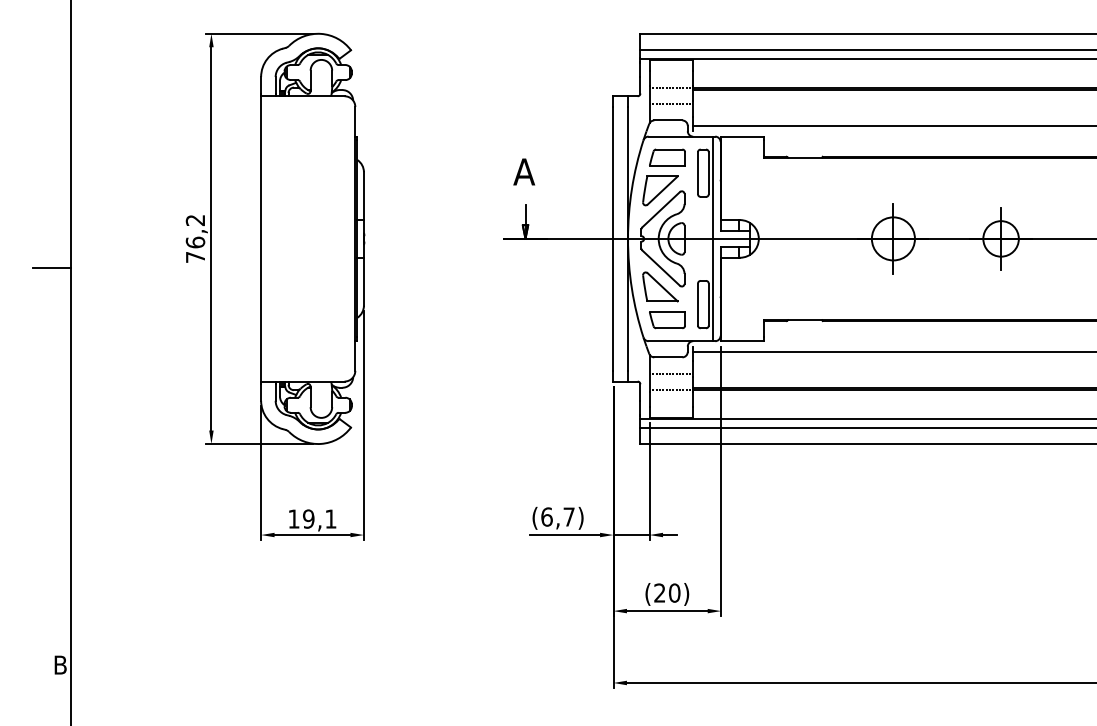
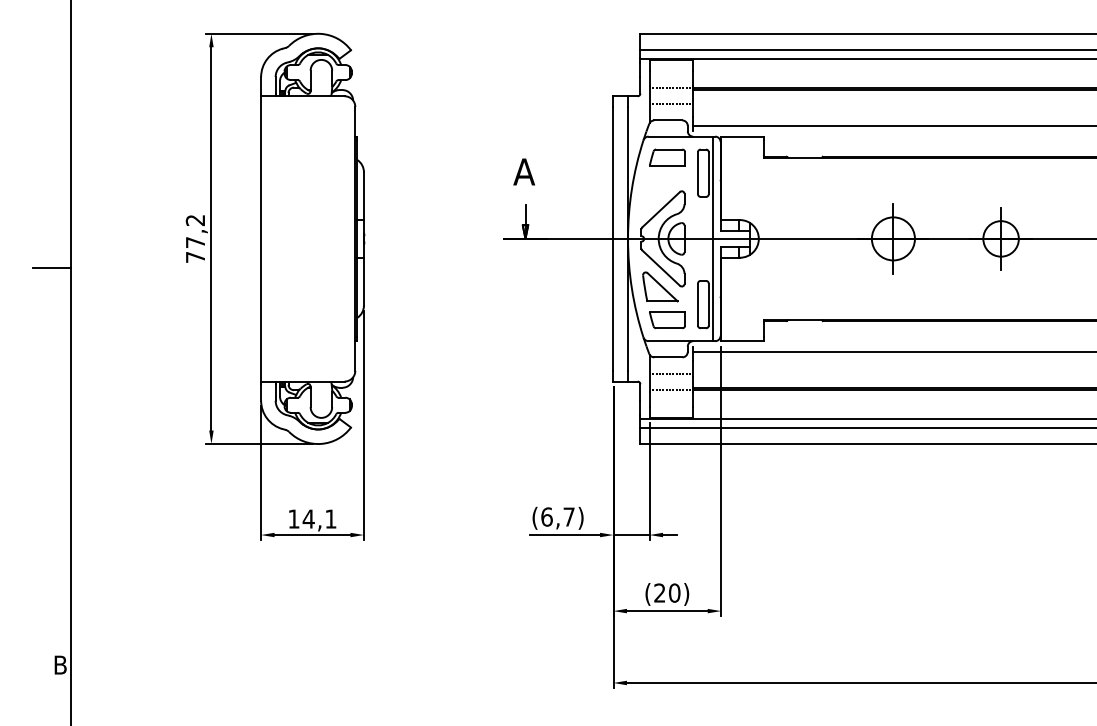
part at (660, 190): present -> none
text at (195, 242): 76,2 -> 77,2
text at (308, 518): 19,1 -> 14,1
